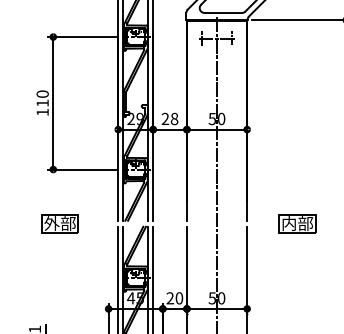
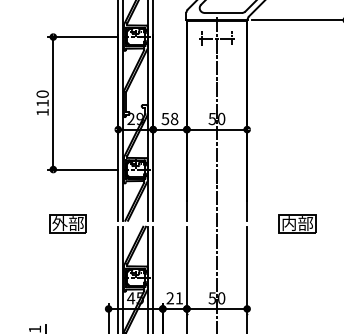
text at (165, 118): 28 -> 58
part at (59, 223) position: (59, 223) -> (67, 223)
text at (179, 298): 20 -> 21
